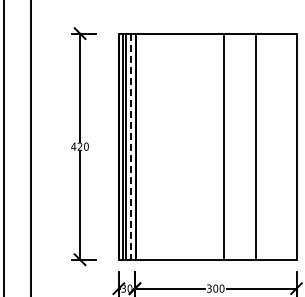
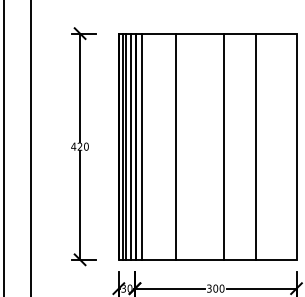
line at (142, 146): none -> present
line at (175, 146): none -> present
line at (130, 147): dashed -> solid
